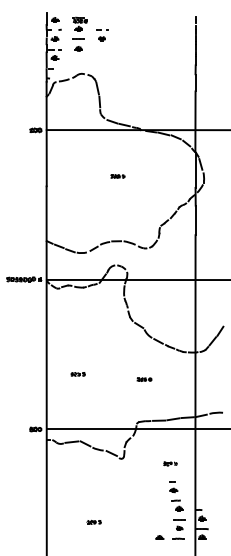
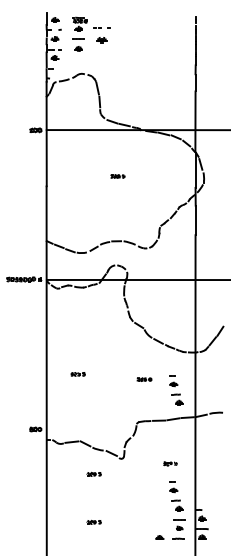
part at (102, 35) size: 13x13 px -> 18x17 px
part at (176, 390): none -> present
line at (136, 429): present -> none
part at (93, 473): none -> present
